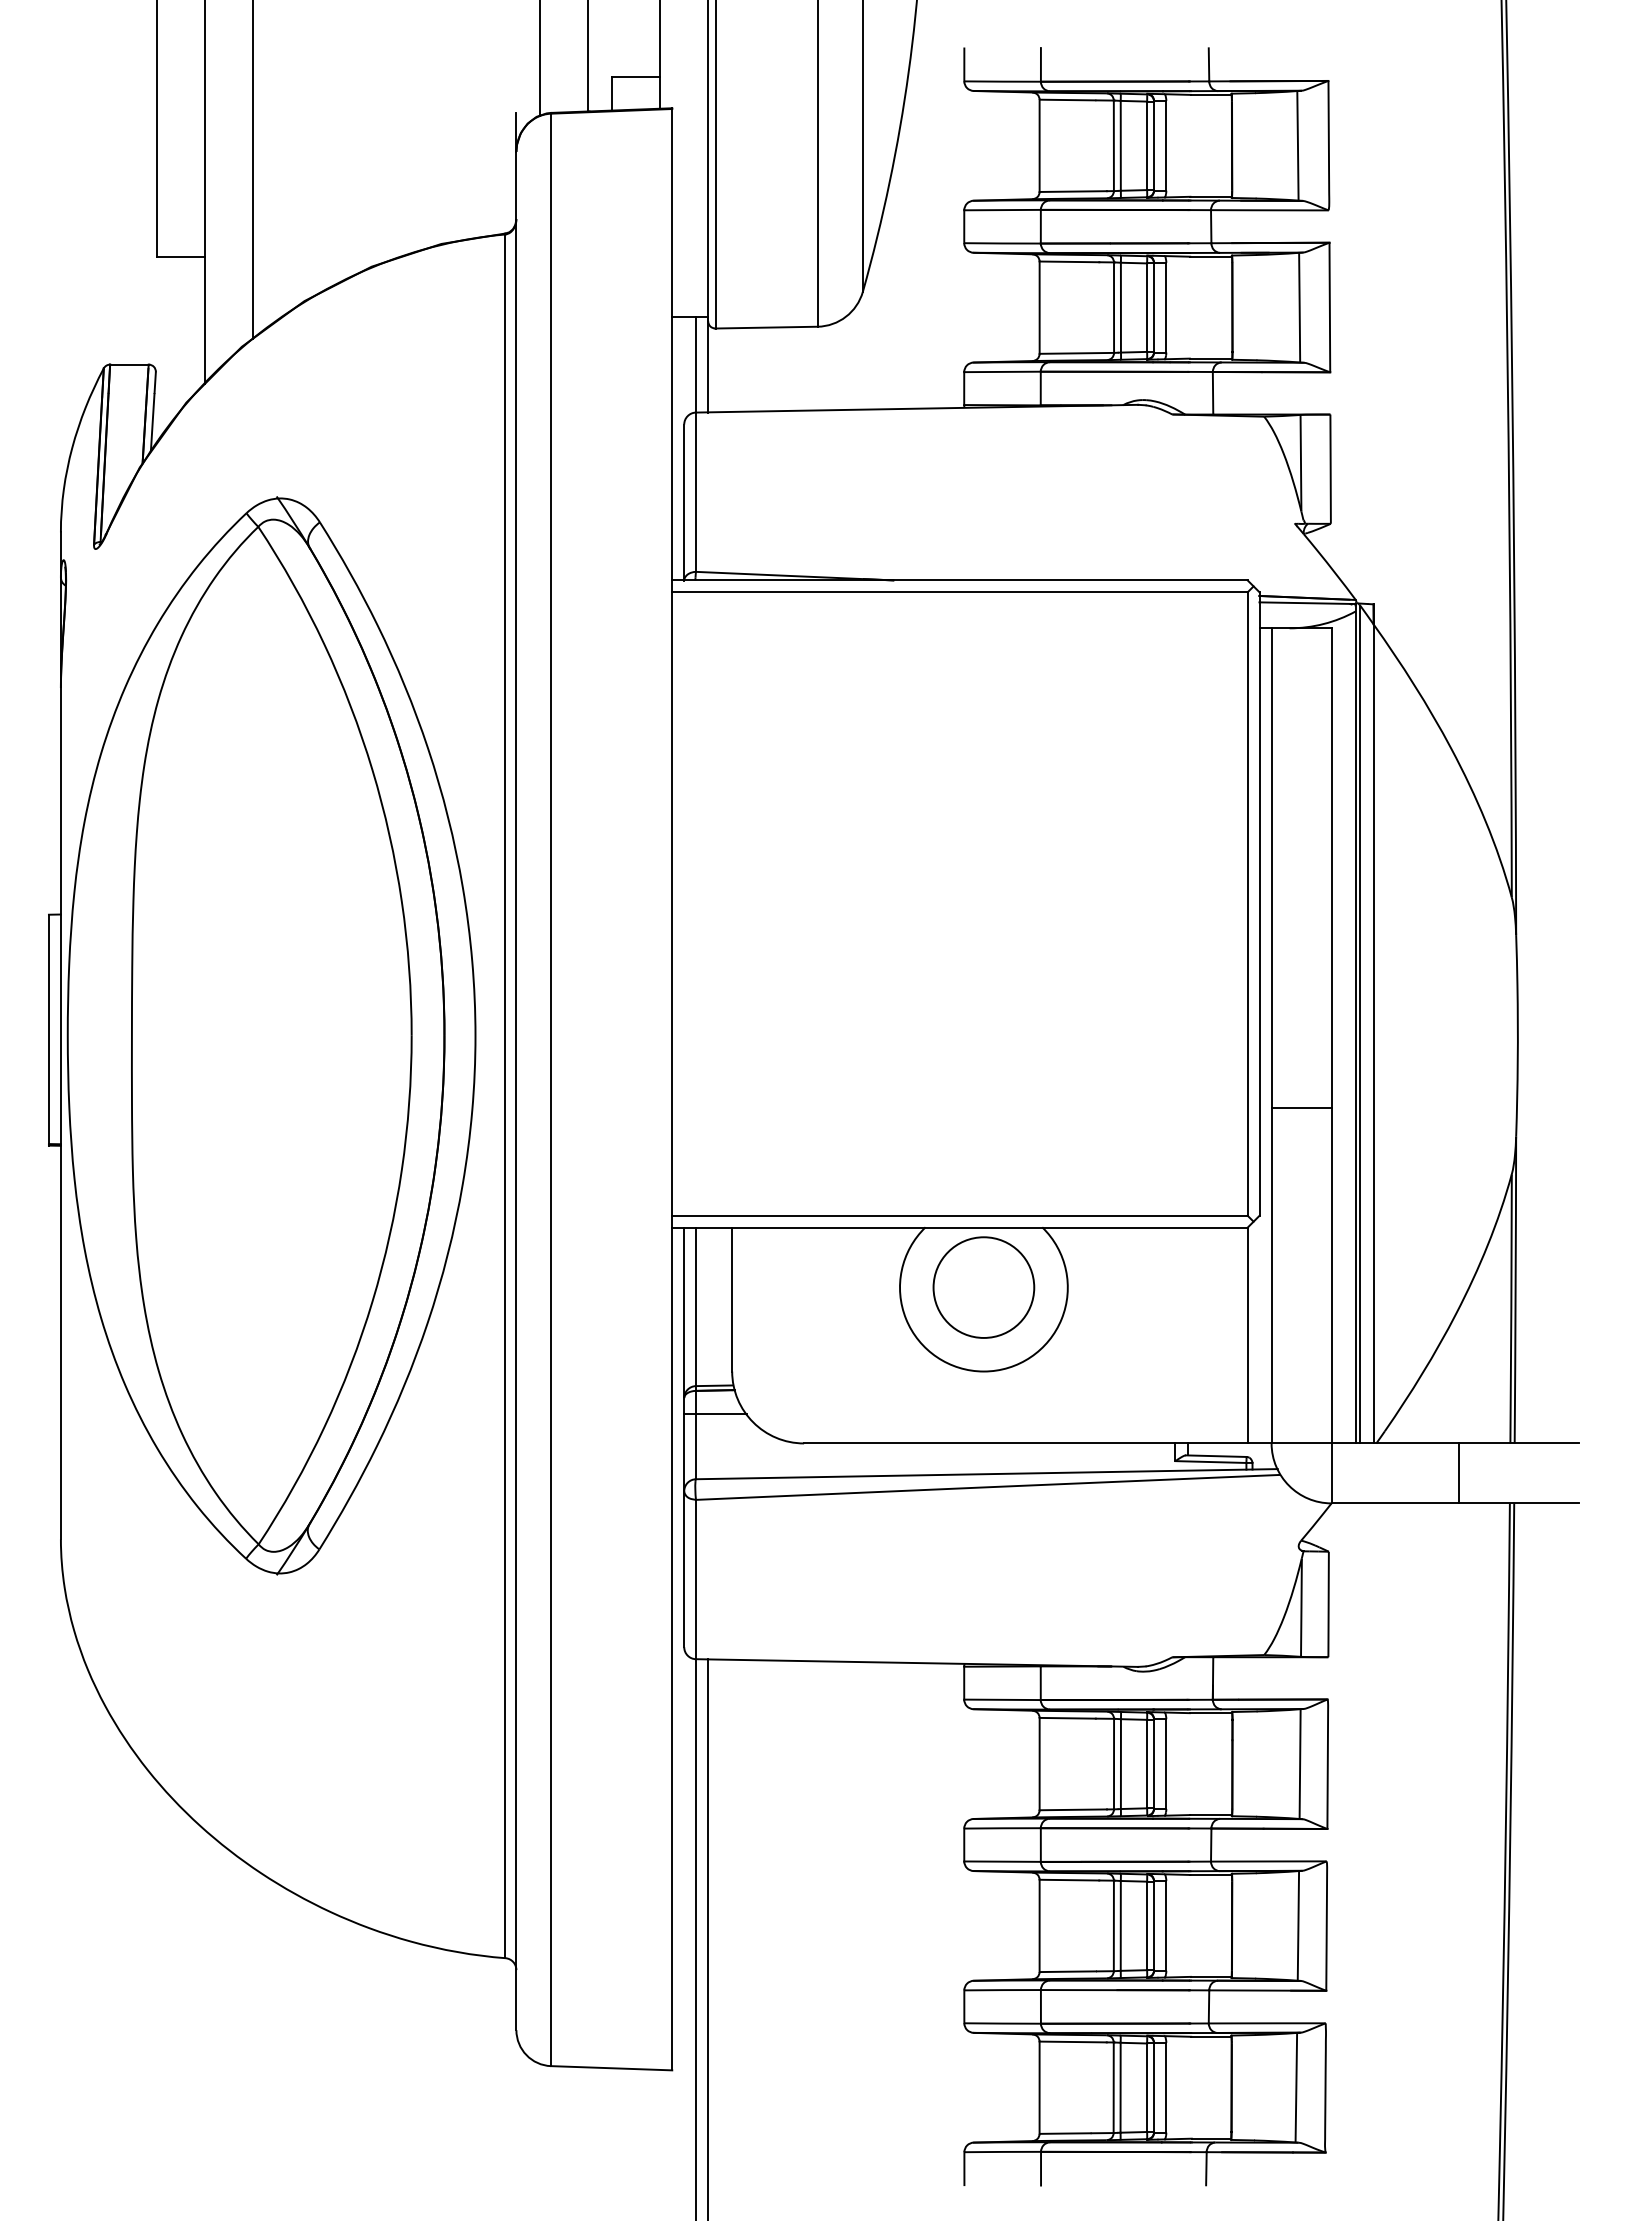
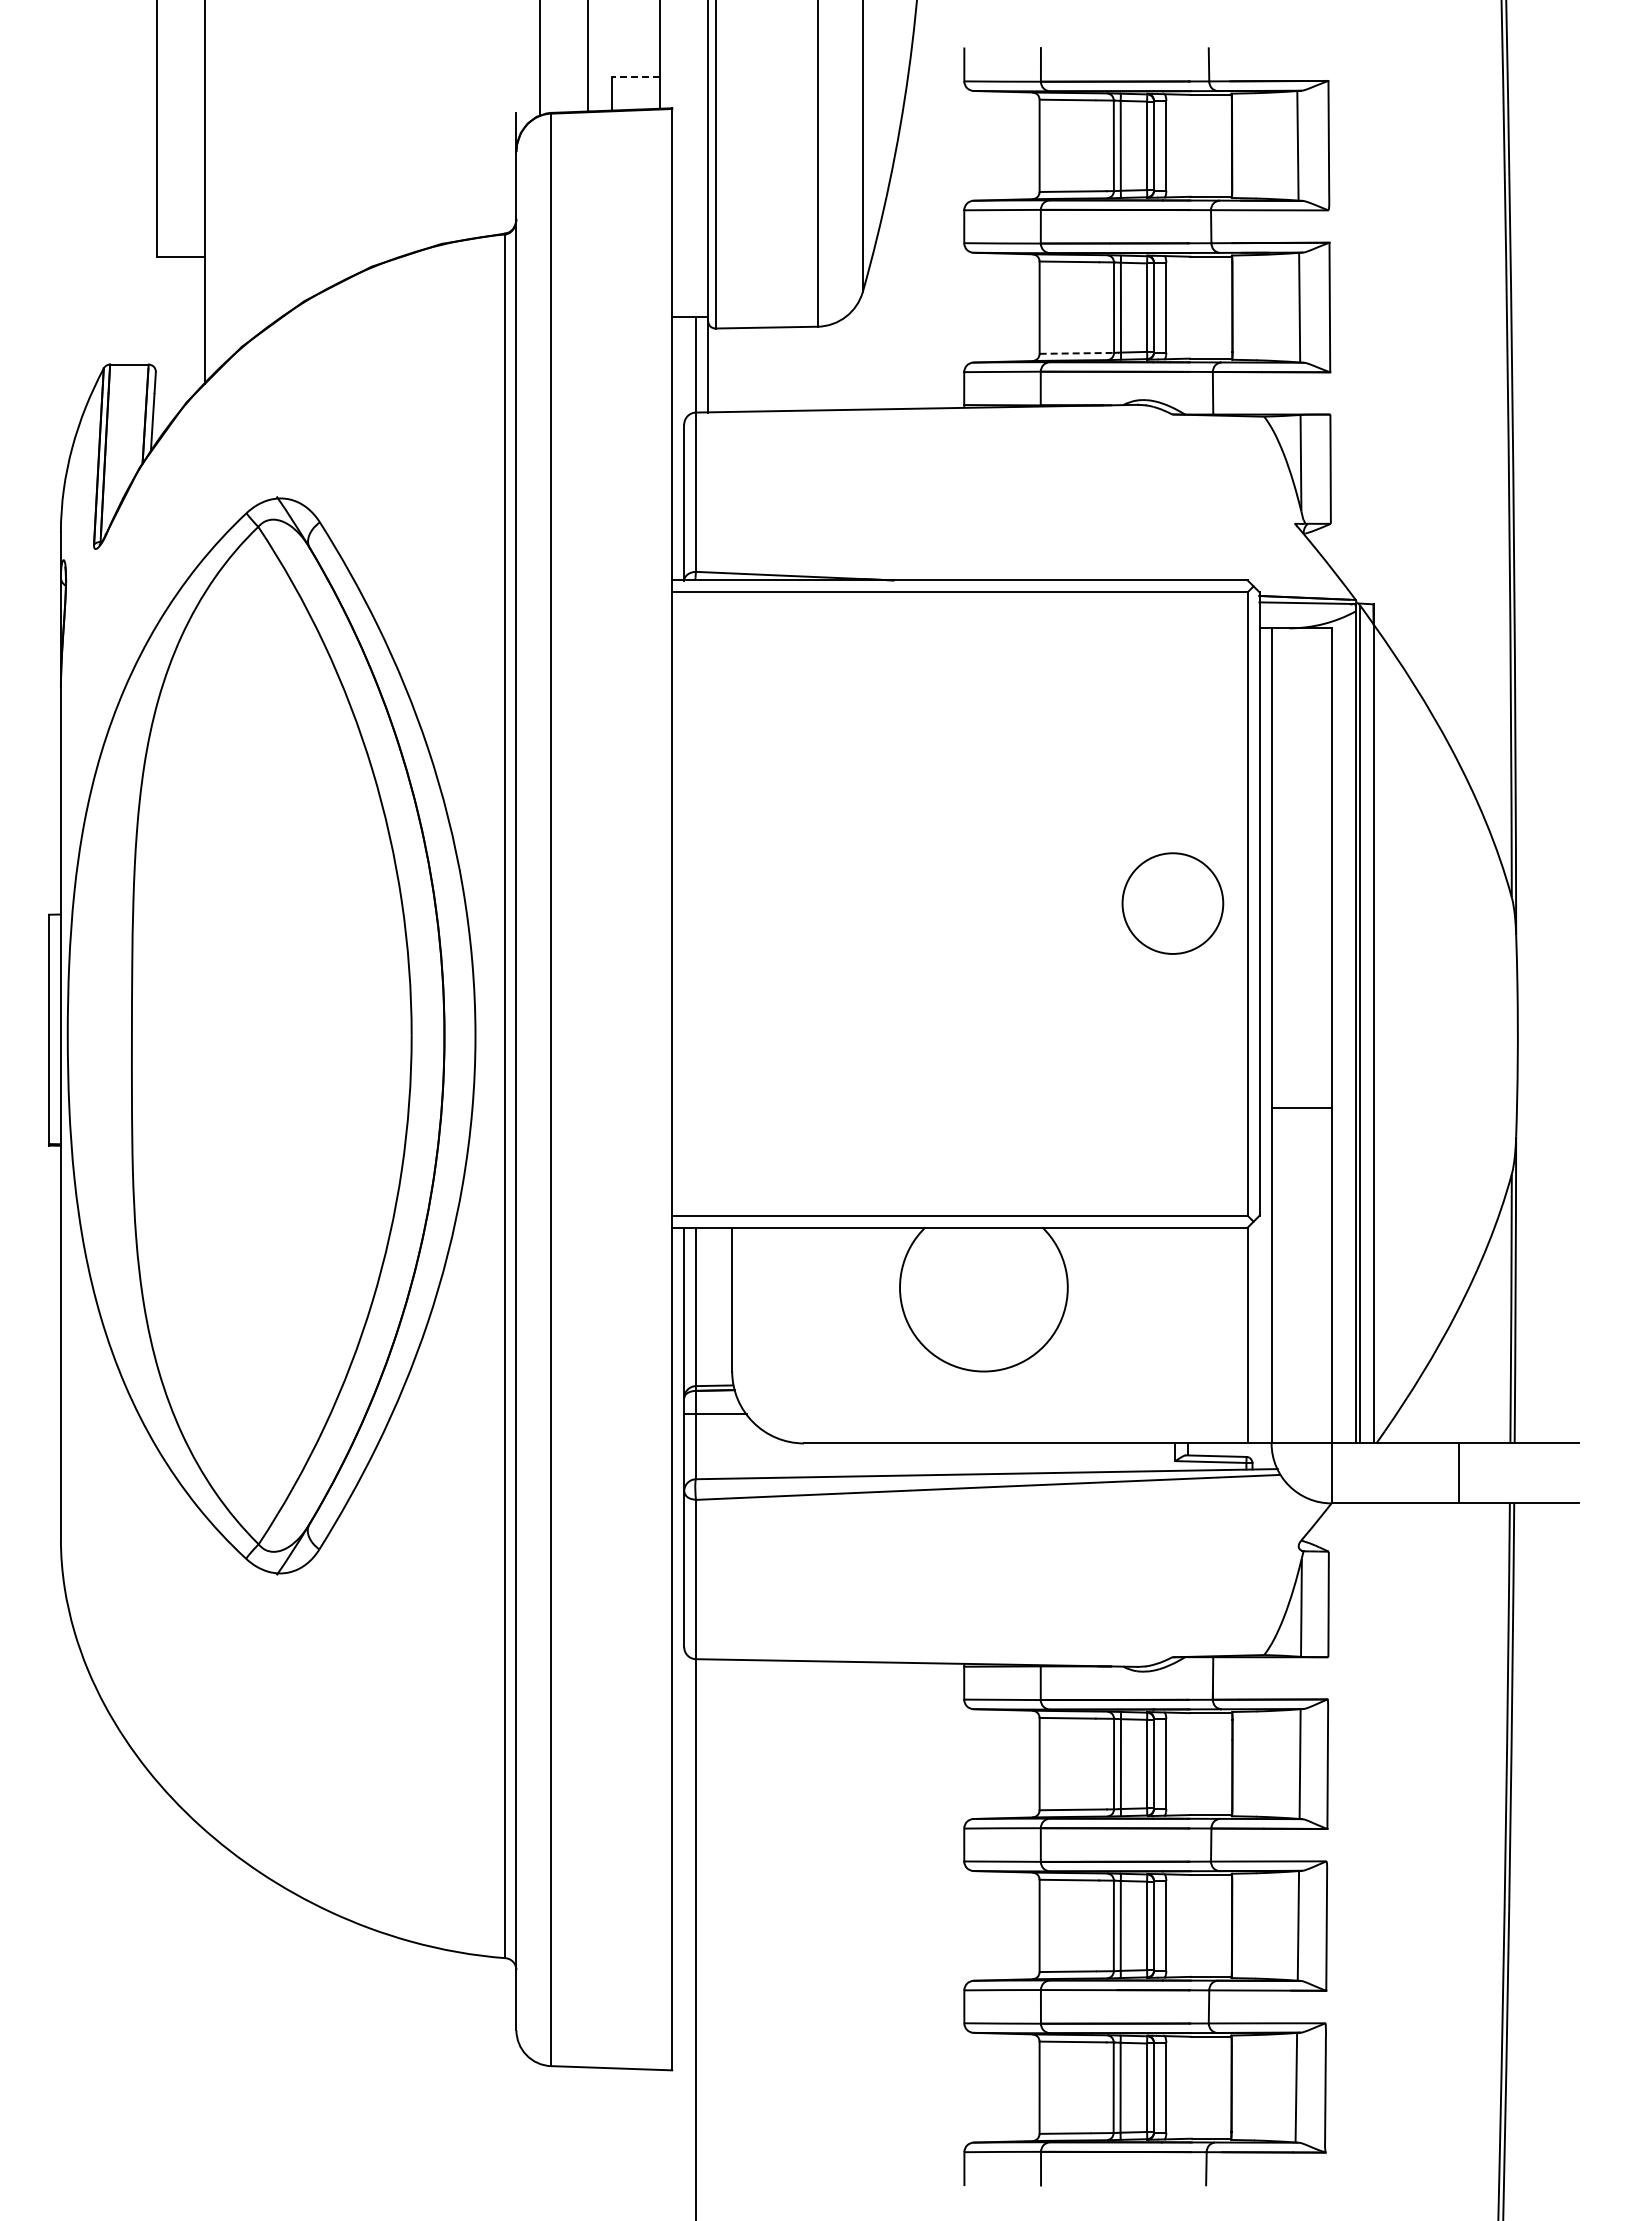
line at (636, 76): solid -> dashed
line at (252, 170): present -> none
line at (1077, 353): solid -> dashed
circle at (983, 1287) position: (983, 1287) -> (1172, 903)
line at (707, 1938): present -> none
